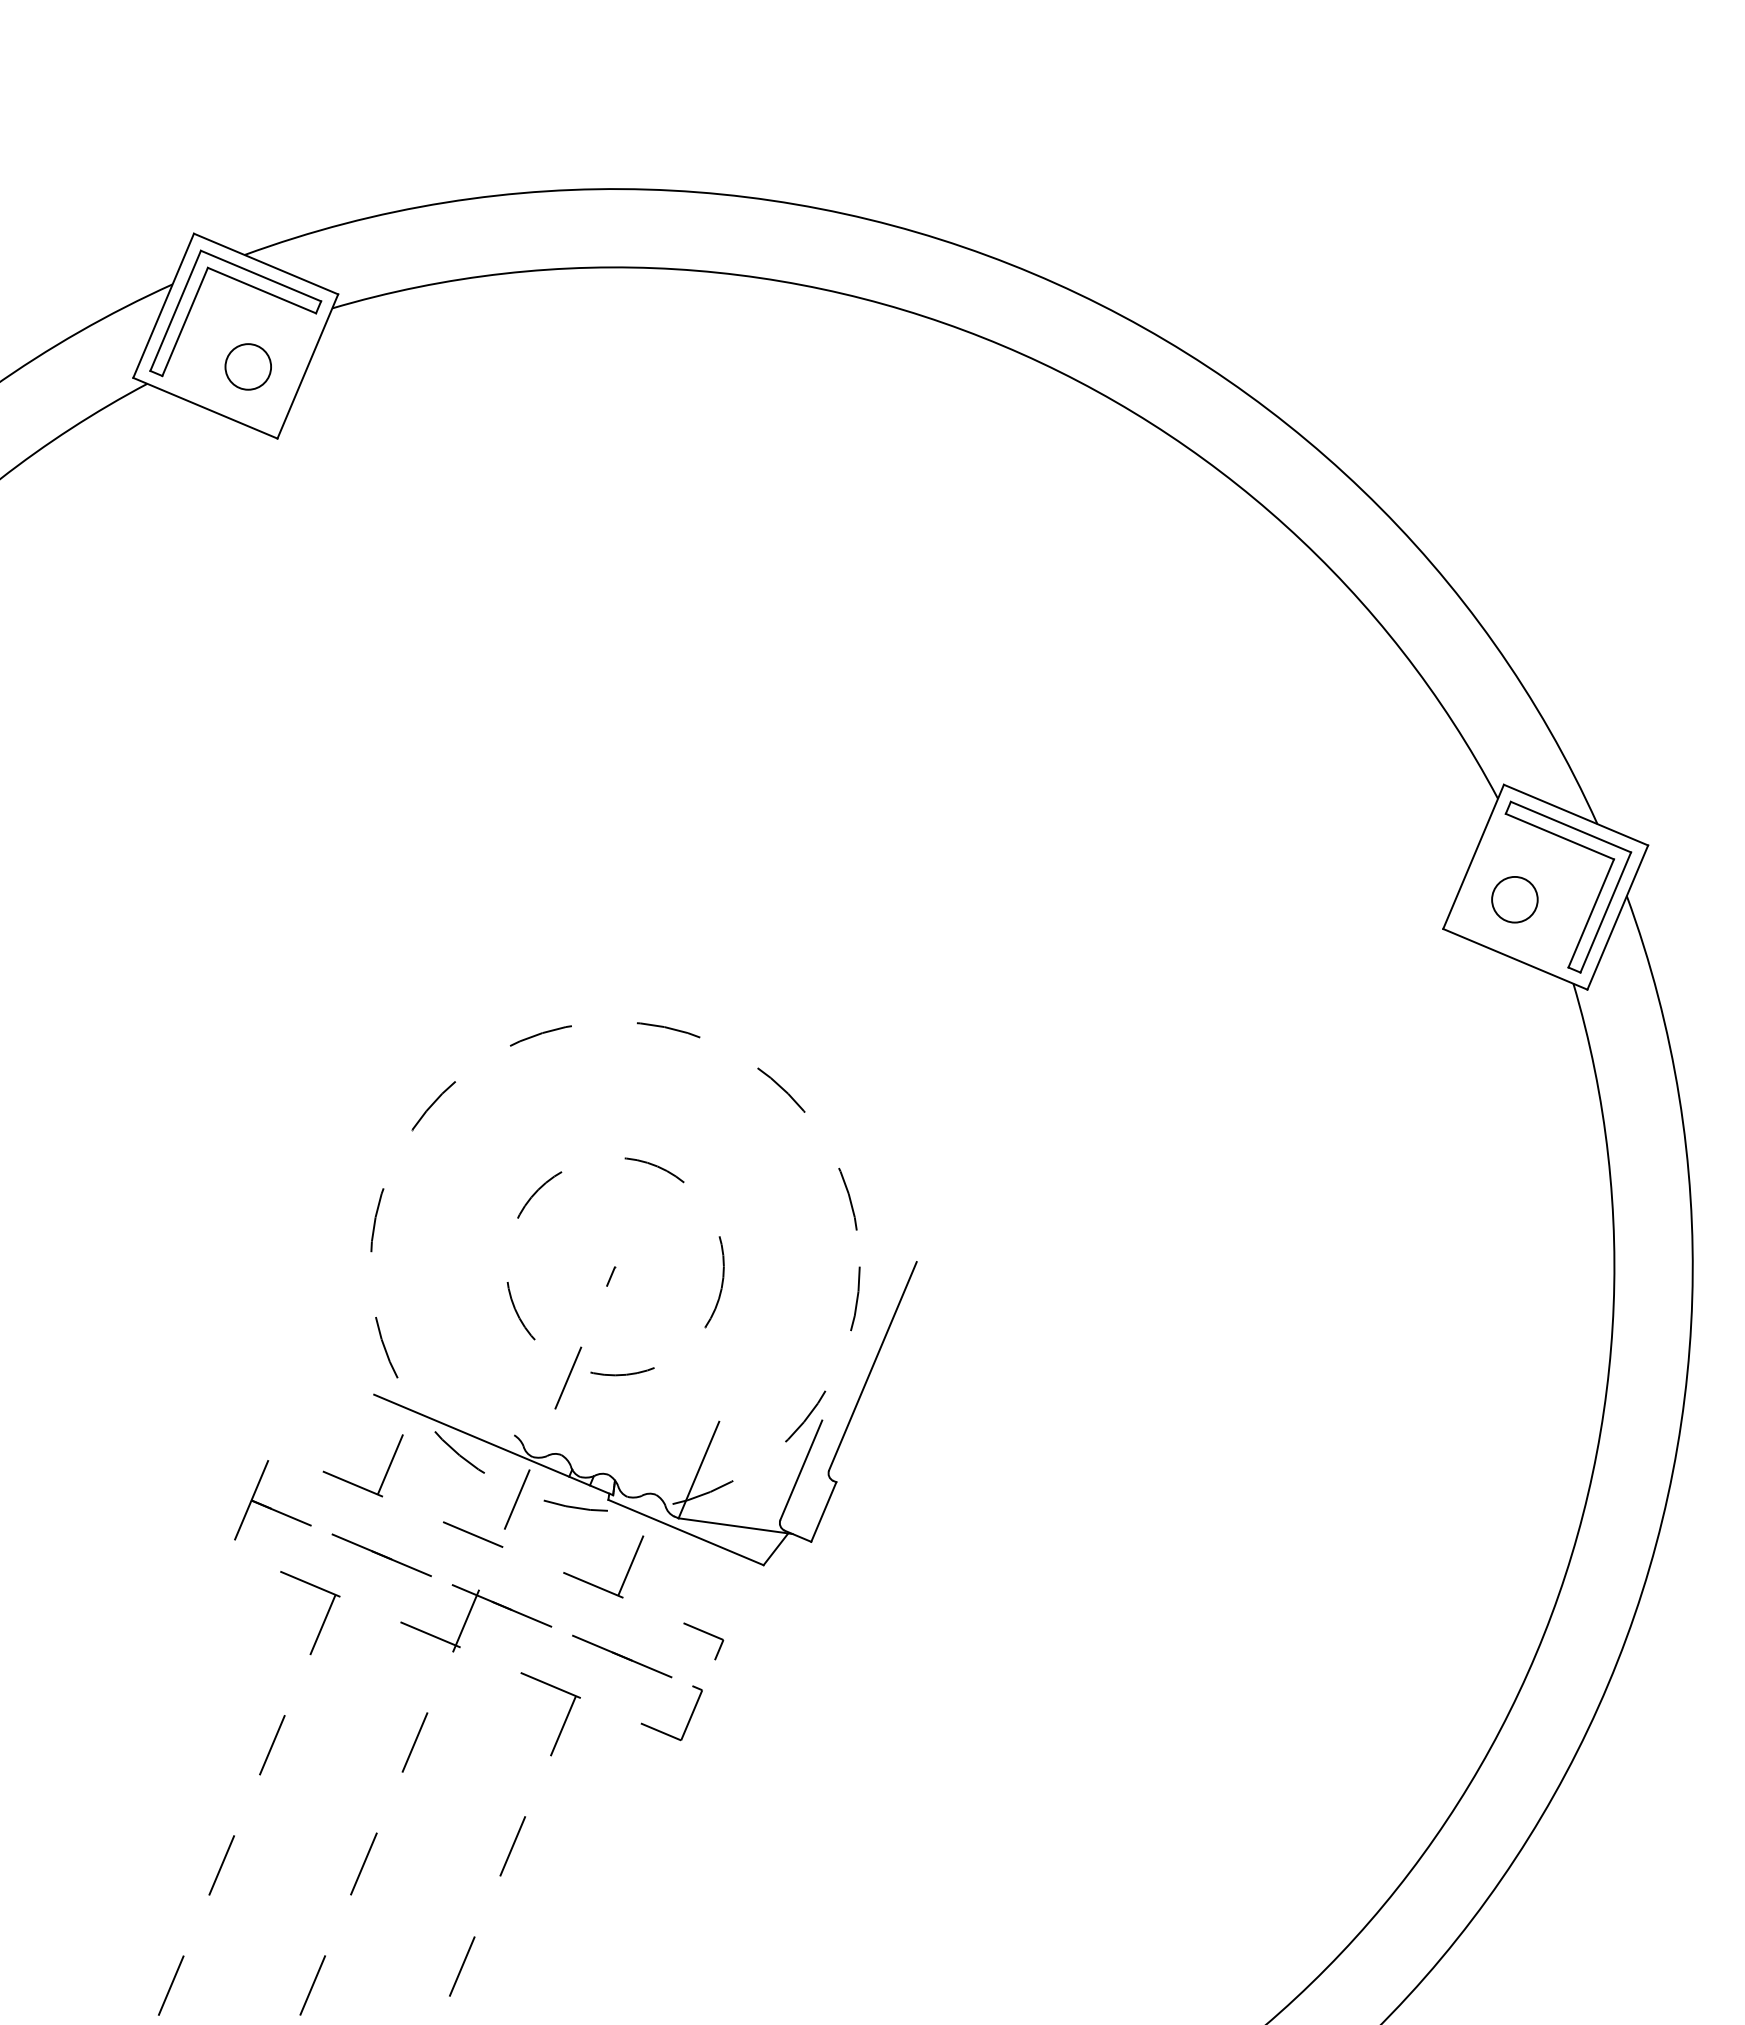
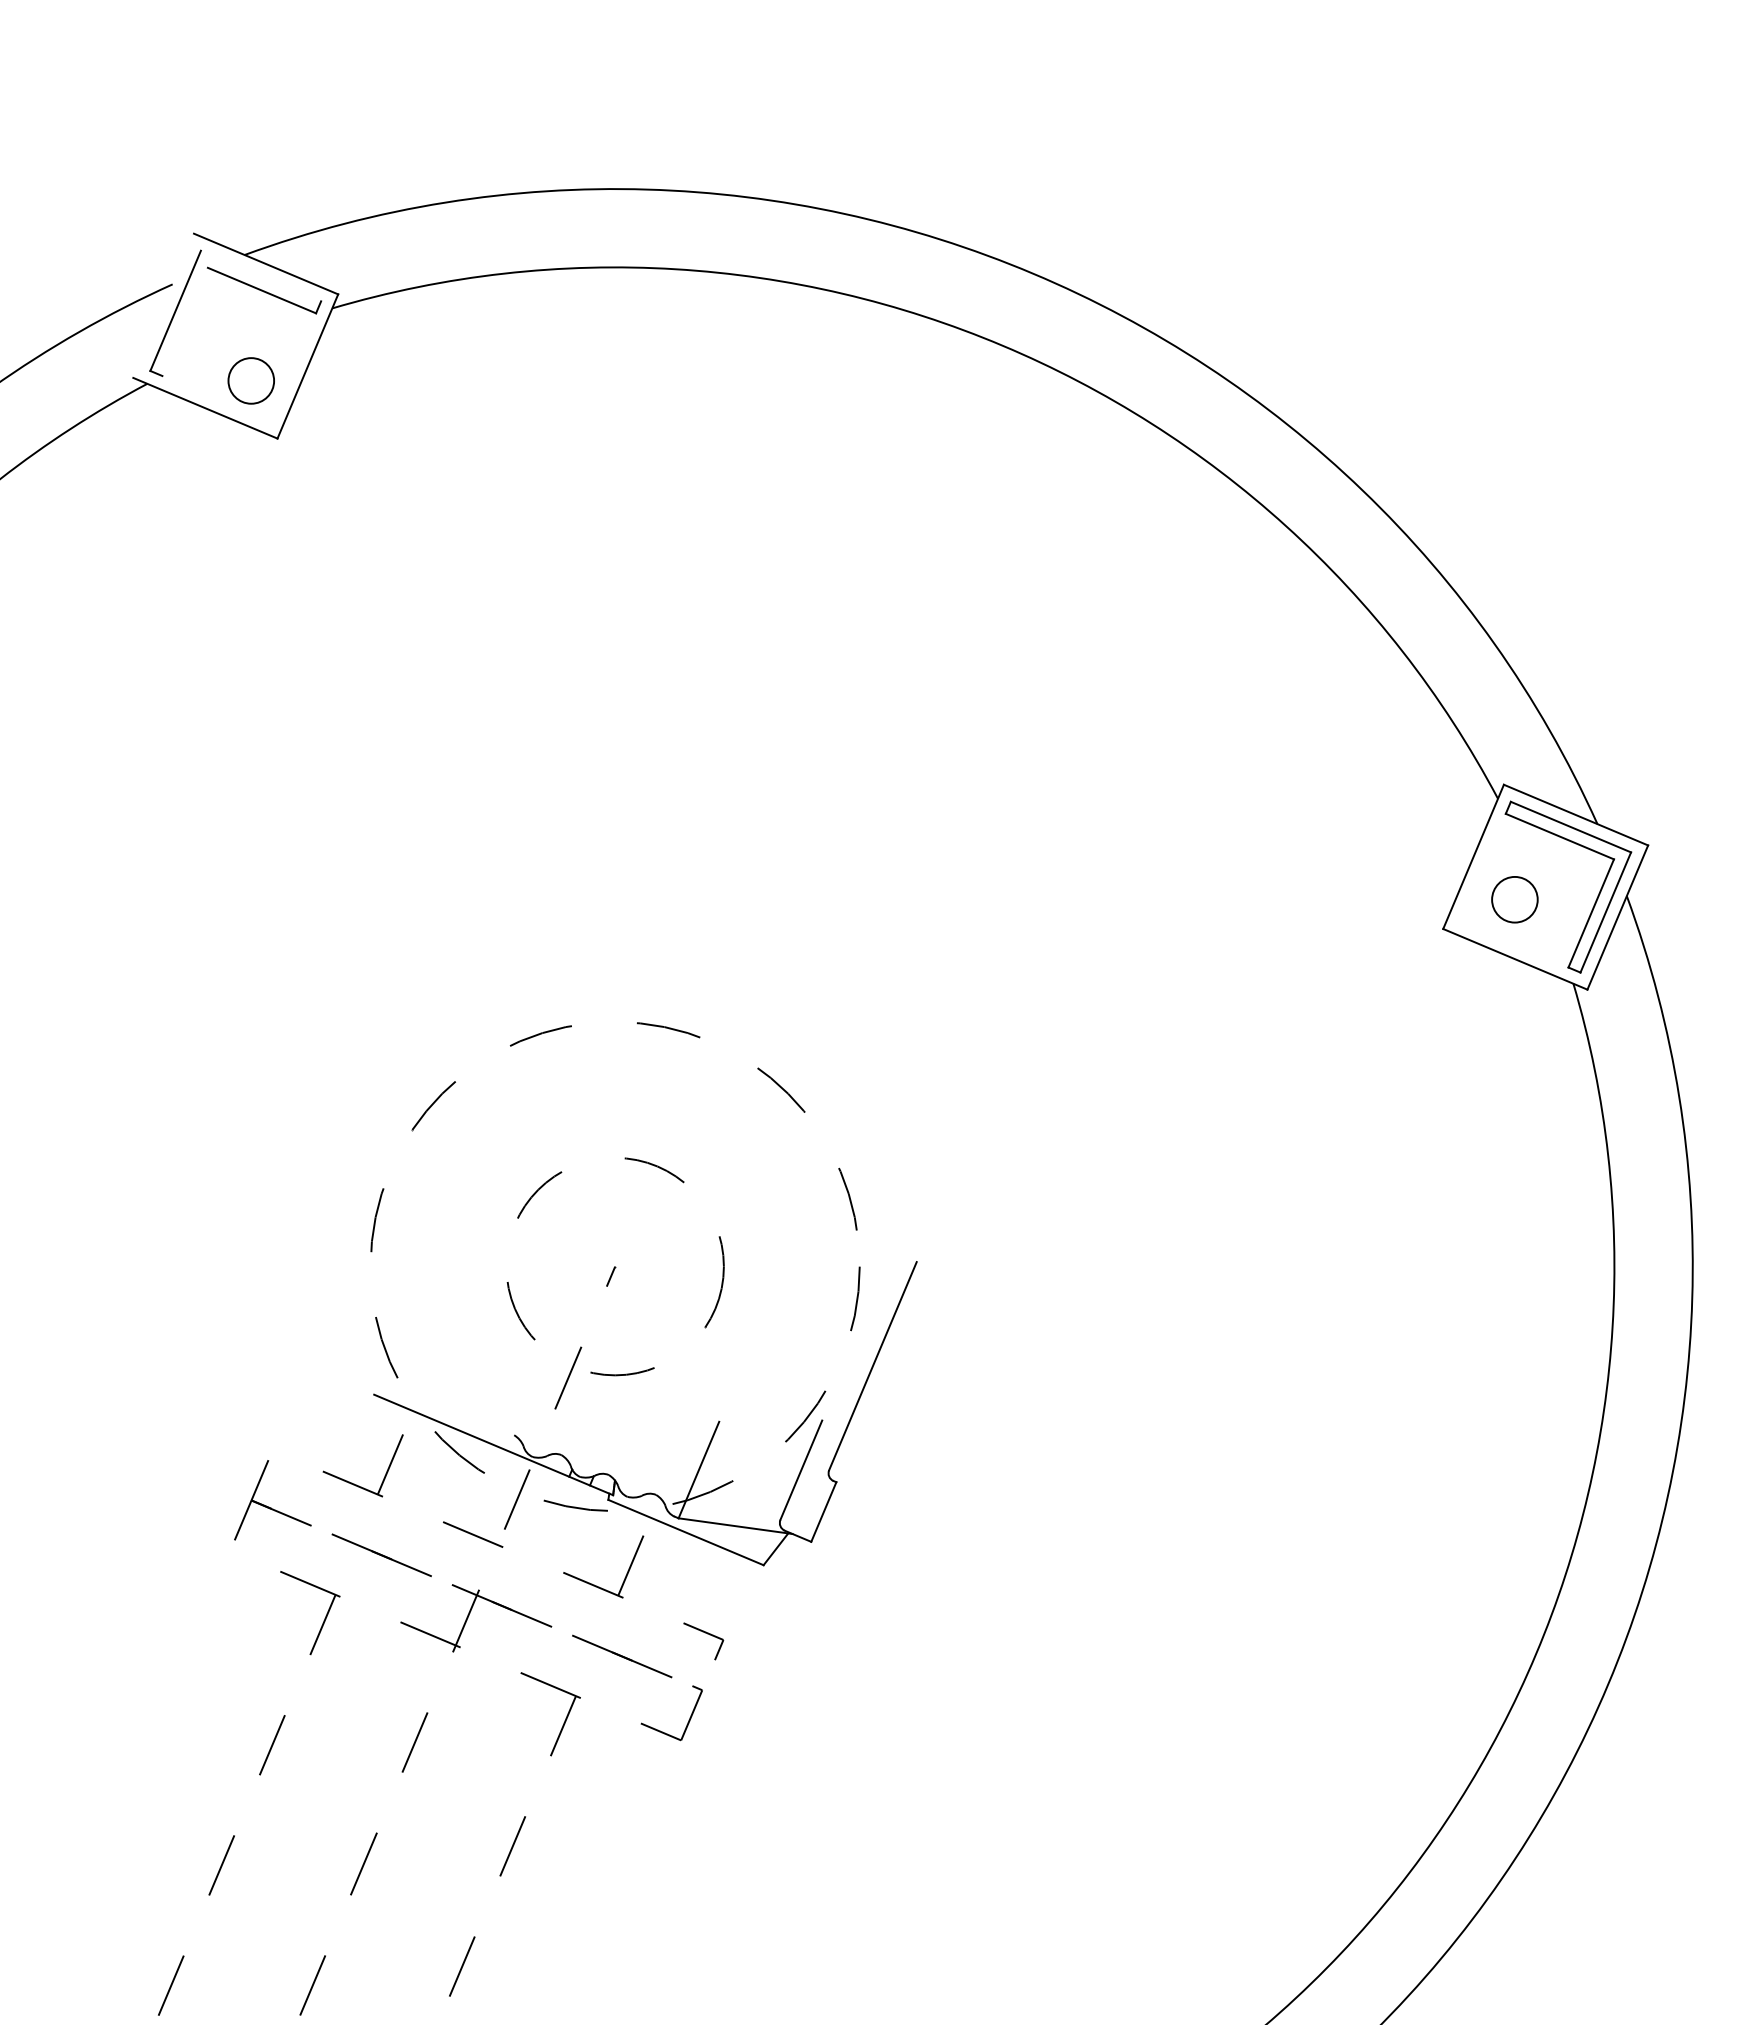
line at (260, 275): present -> none
line at (163, 305): present -> none
line at (184, 321): present -> none
circle at (247, 366) position: (247, 366) -> (250, 380)
